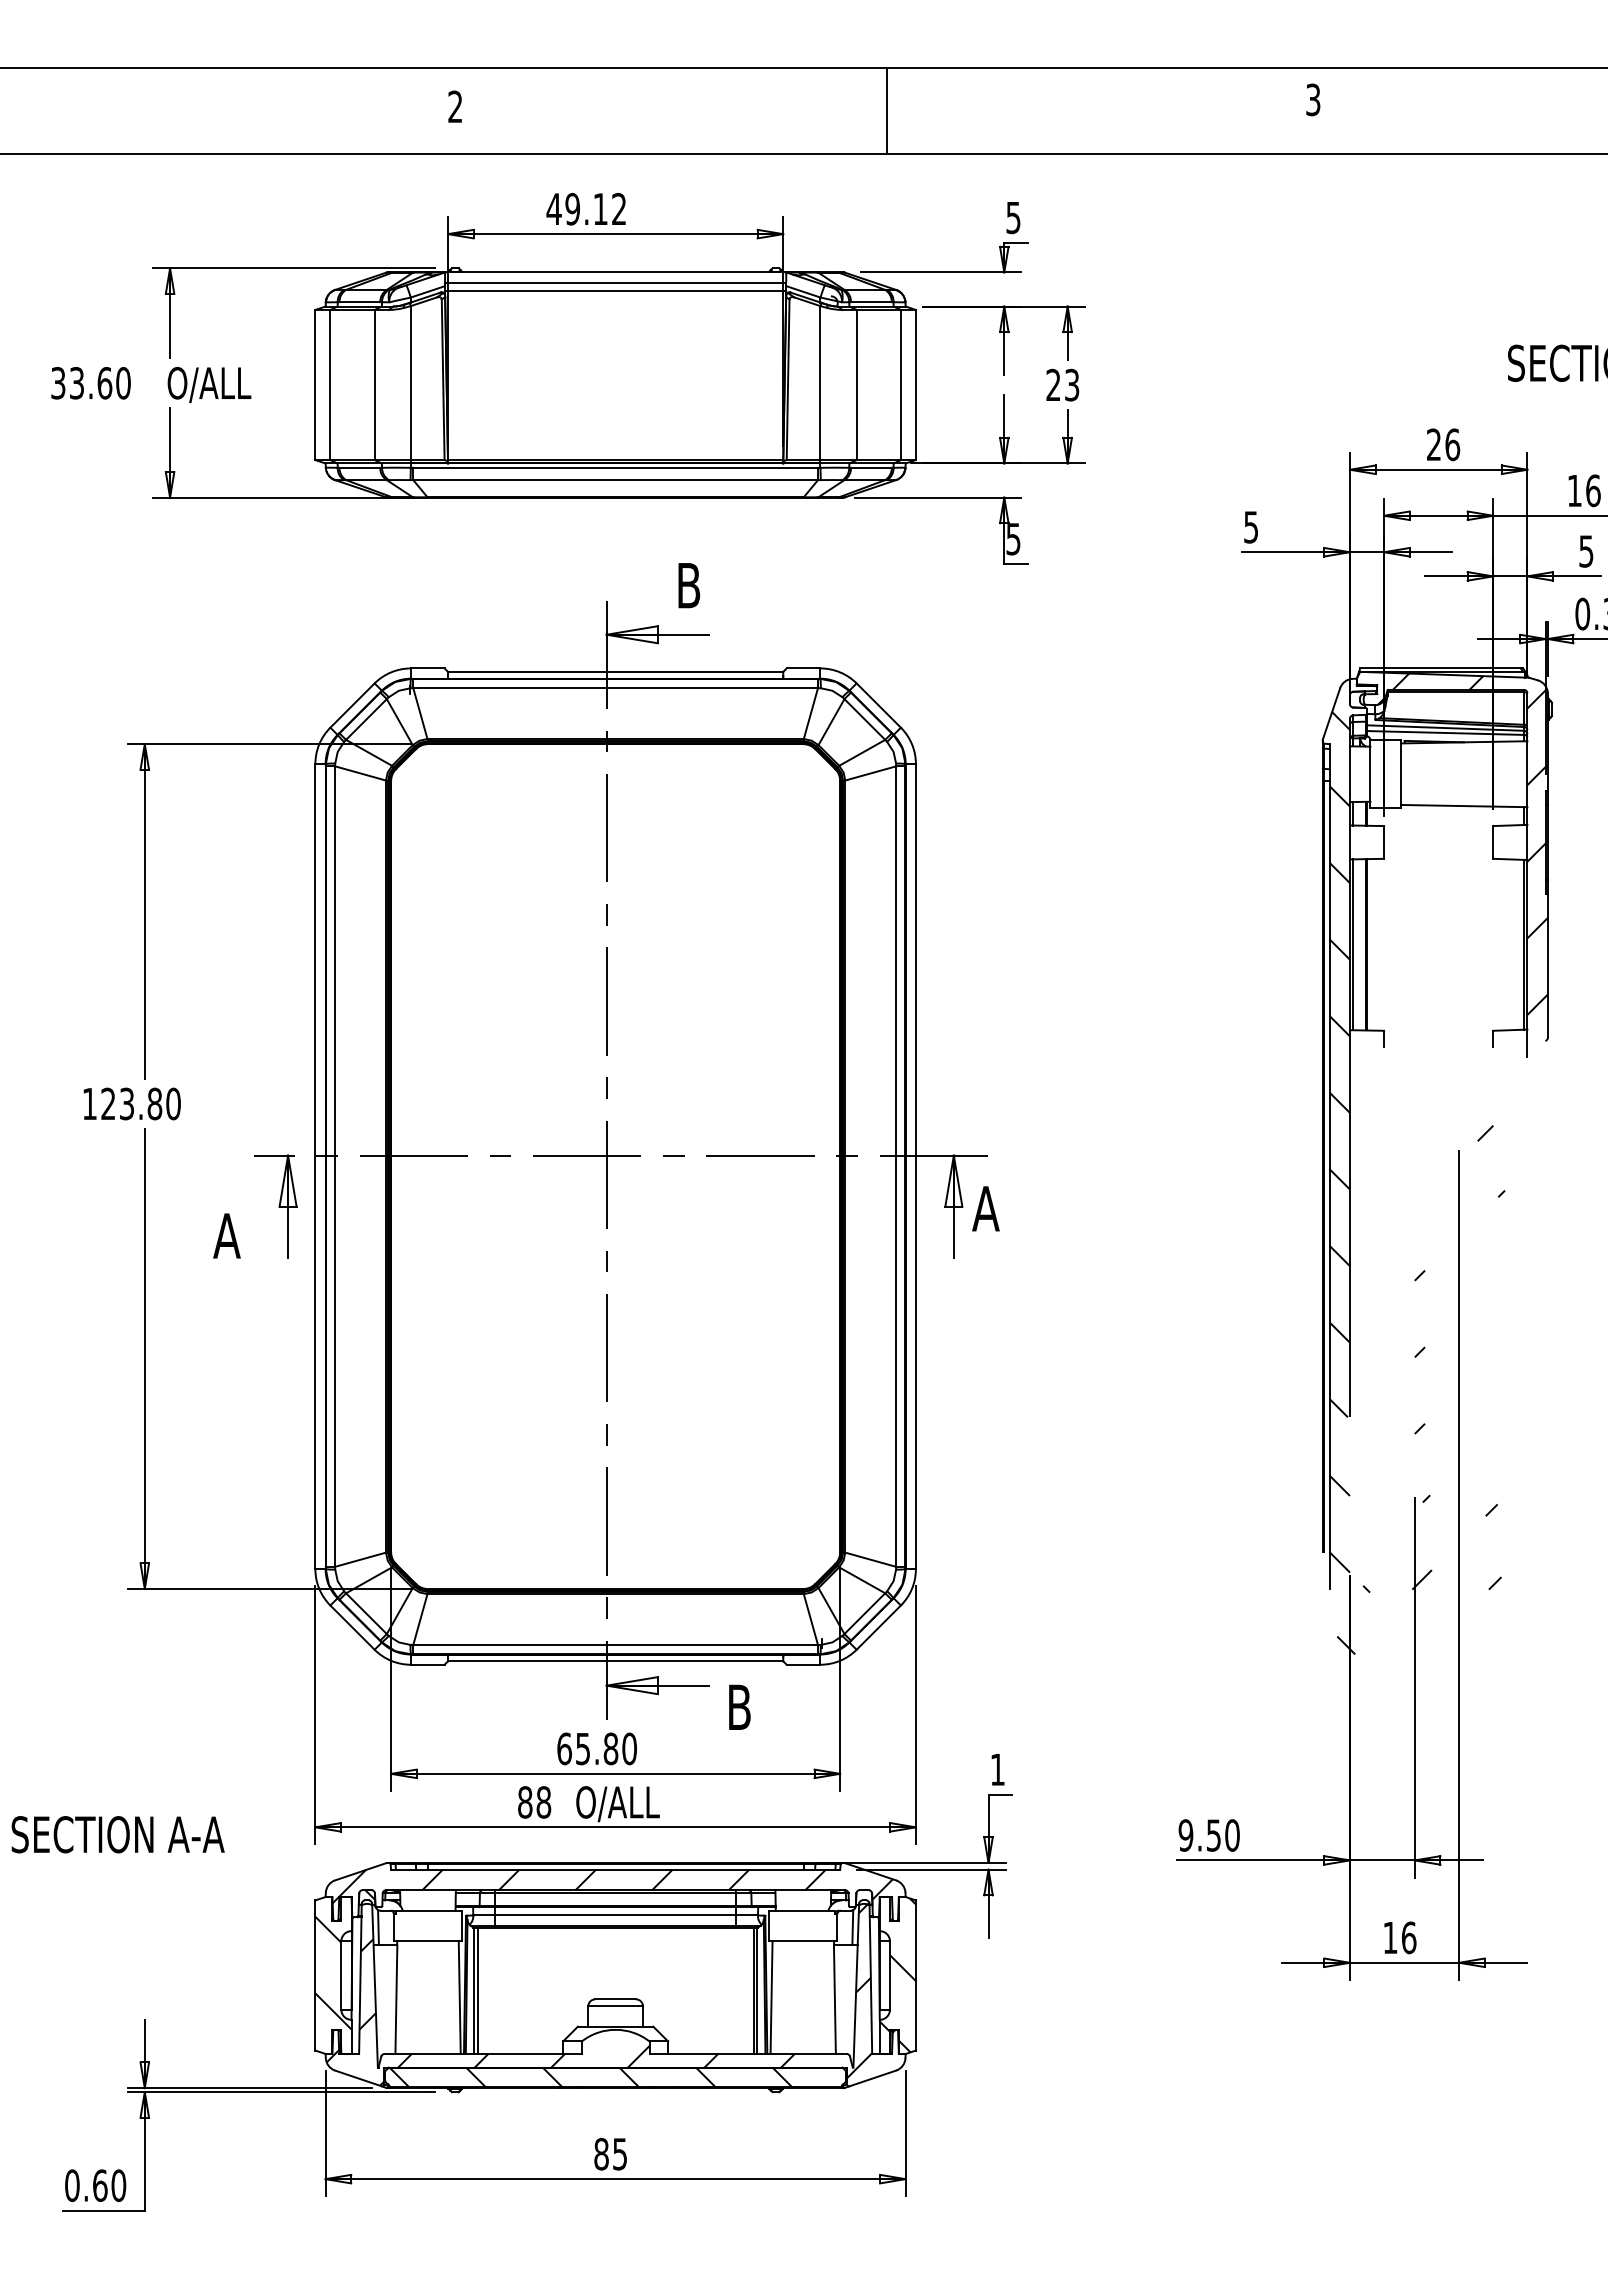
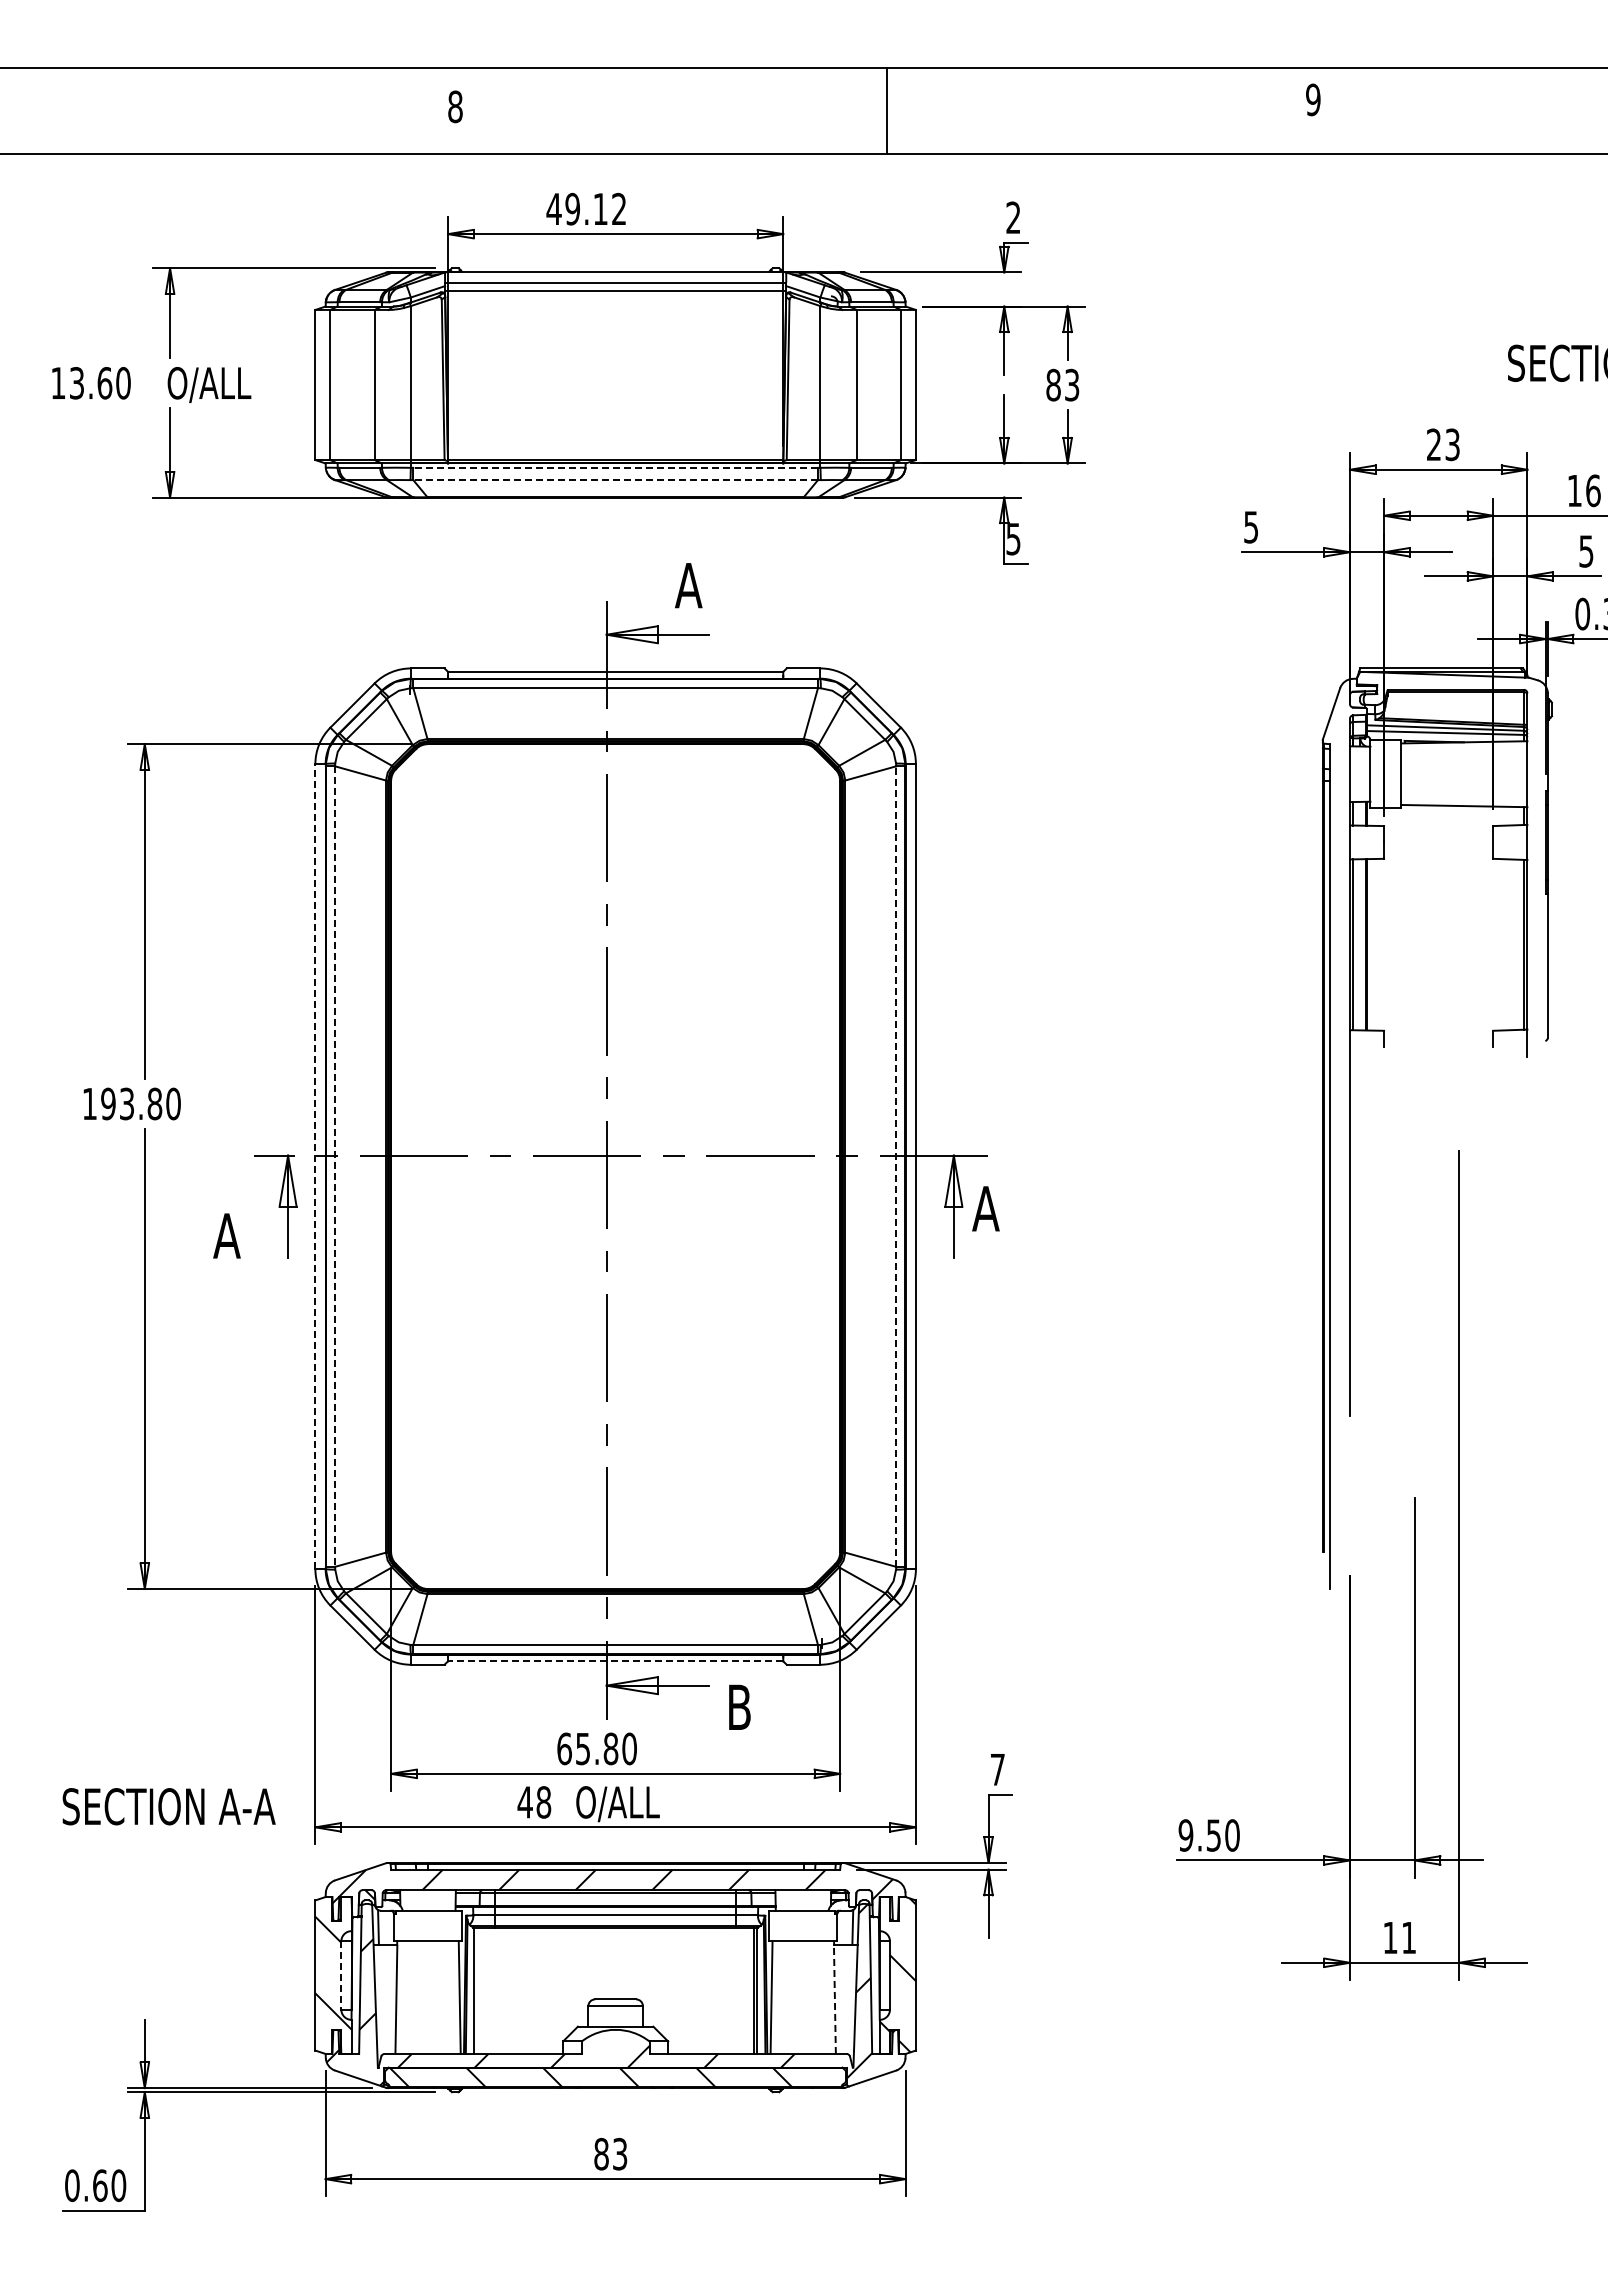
text at (1313, 99): 3 -> 9
text at (455, 106): 2 -> 8
text at (1013, 217): 5 -> 2
text at (58, 383): 33.60 -> 13.60
text at (1053, 384): 23 -> 83
text at (1452, 444): 26 -> 23
line at (615, 467): solid -> dashed
line at (615, 480): solid -> dashed
text at (688, 585): B -> A
text at (108, 1103): 123.80 -> 193.80
hatch at (1462, 1131): present -> none
line at (315, 1166): solid -> dashed
line at (896, 1166): solid -> dashed
line at (335, 1167): solid -> dashed
hatch at (1349, 1183): present -> none
line at (615, 1661): solid -> dashed
text at (997, 1769): 1 -> 7
text at (524, 1802): 88 -> 48
text at (117, 1834) position: (117, 1834) -> (168, 1806)
text at (1409, 1937): 16 -> 11
line at (341, 1975): solid -> dashed
line at (477, 1990): present -> none
line at (834, 1998): solid -> dashed
text at (620, 2153): 85 -> 83
